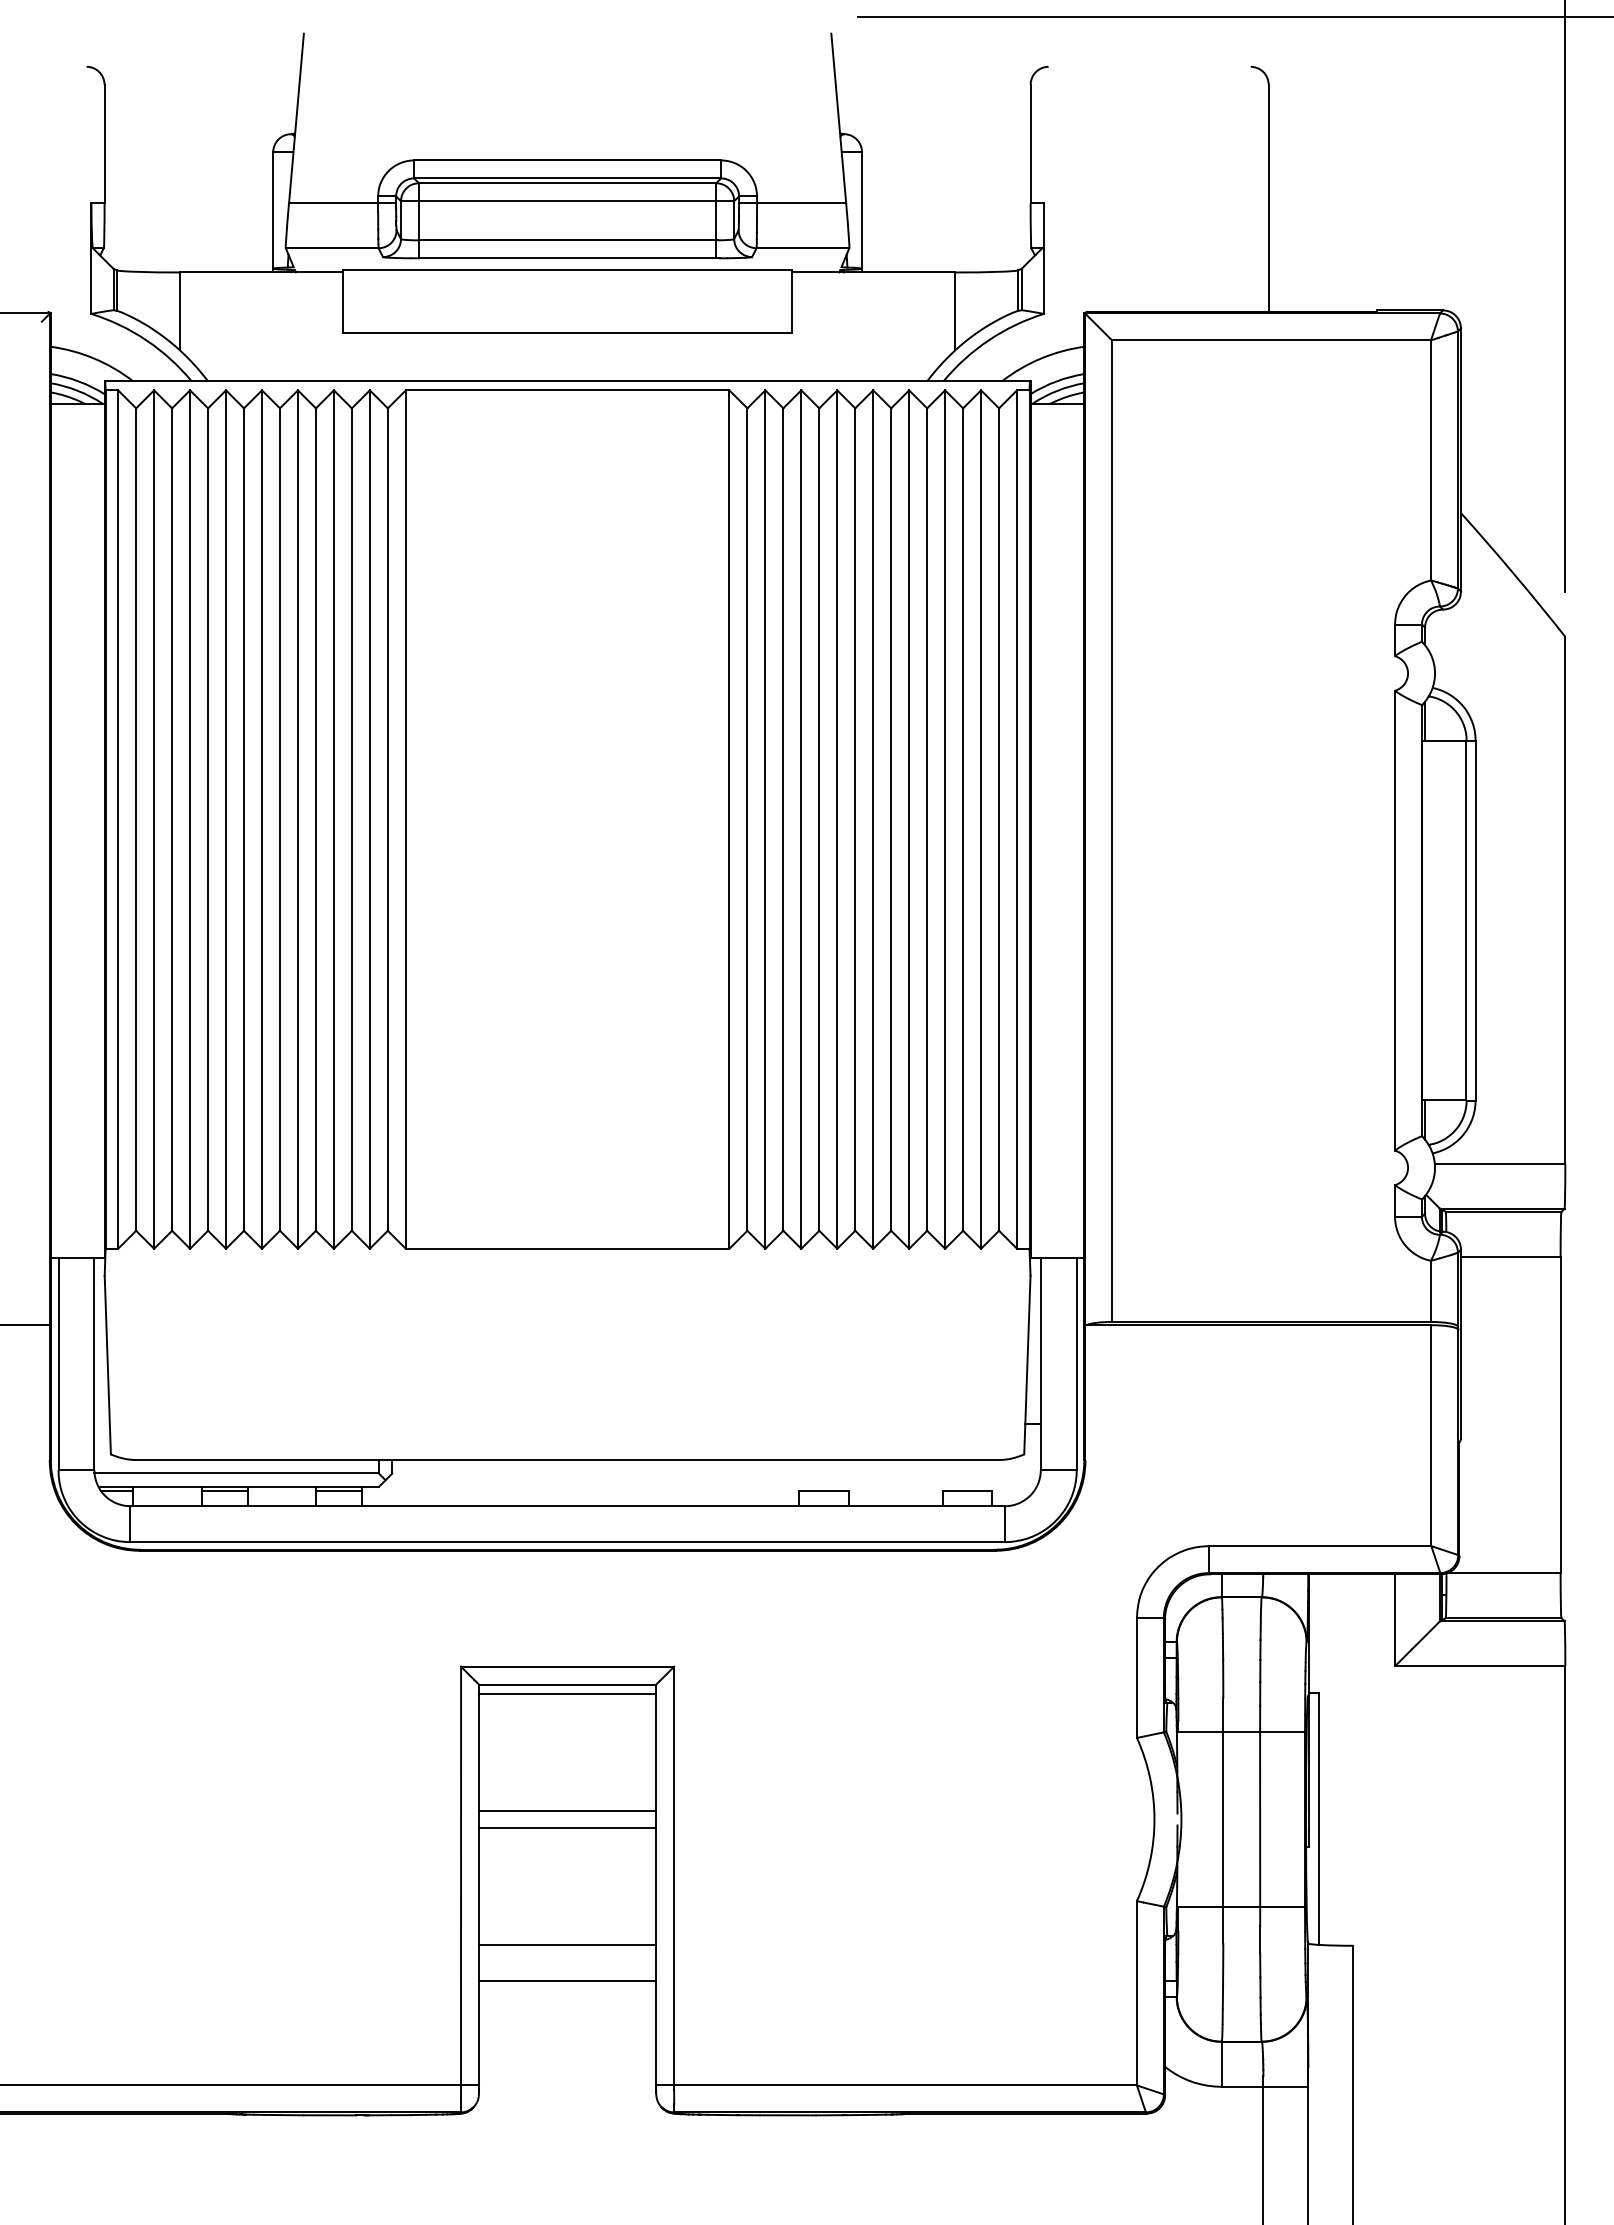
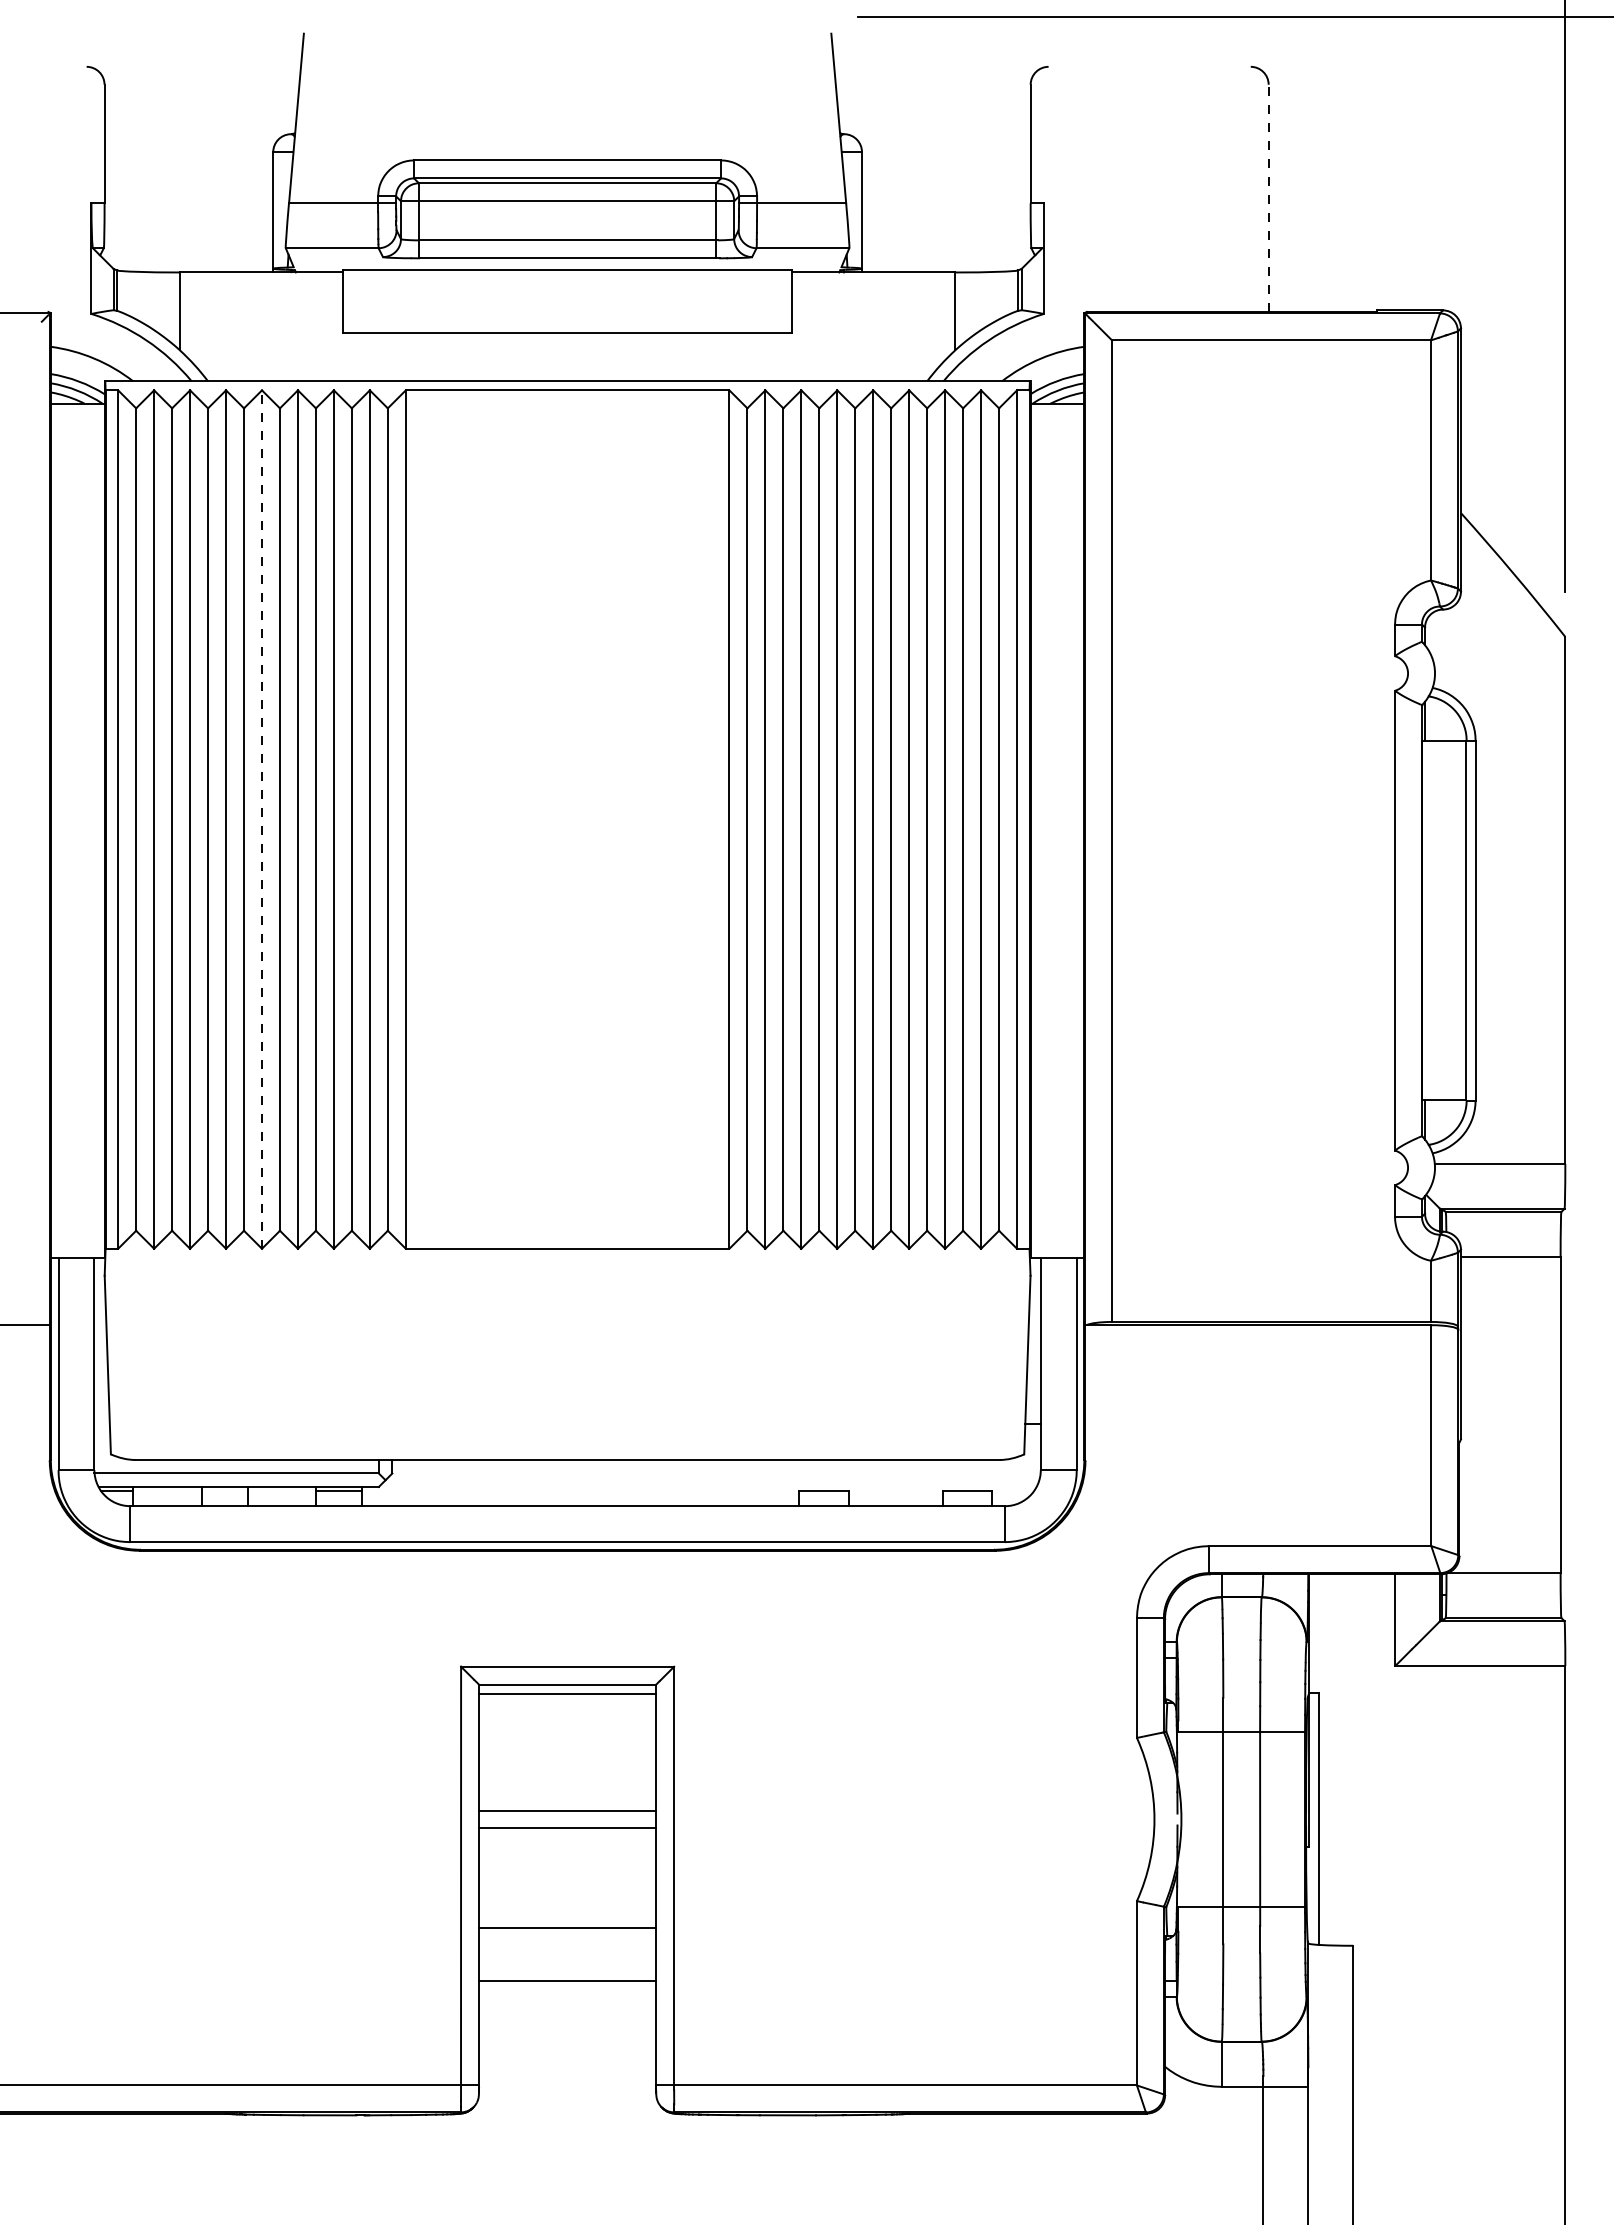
line at (1268, 198): solid -> dashed
line at (262, 819): solid -> dashed
line at (224, 1491): present -> none
line at (567, 1944) position: (567, 1944) -> (567, 1927)
